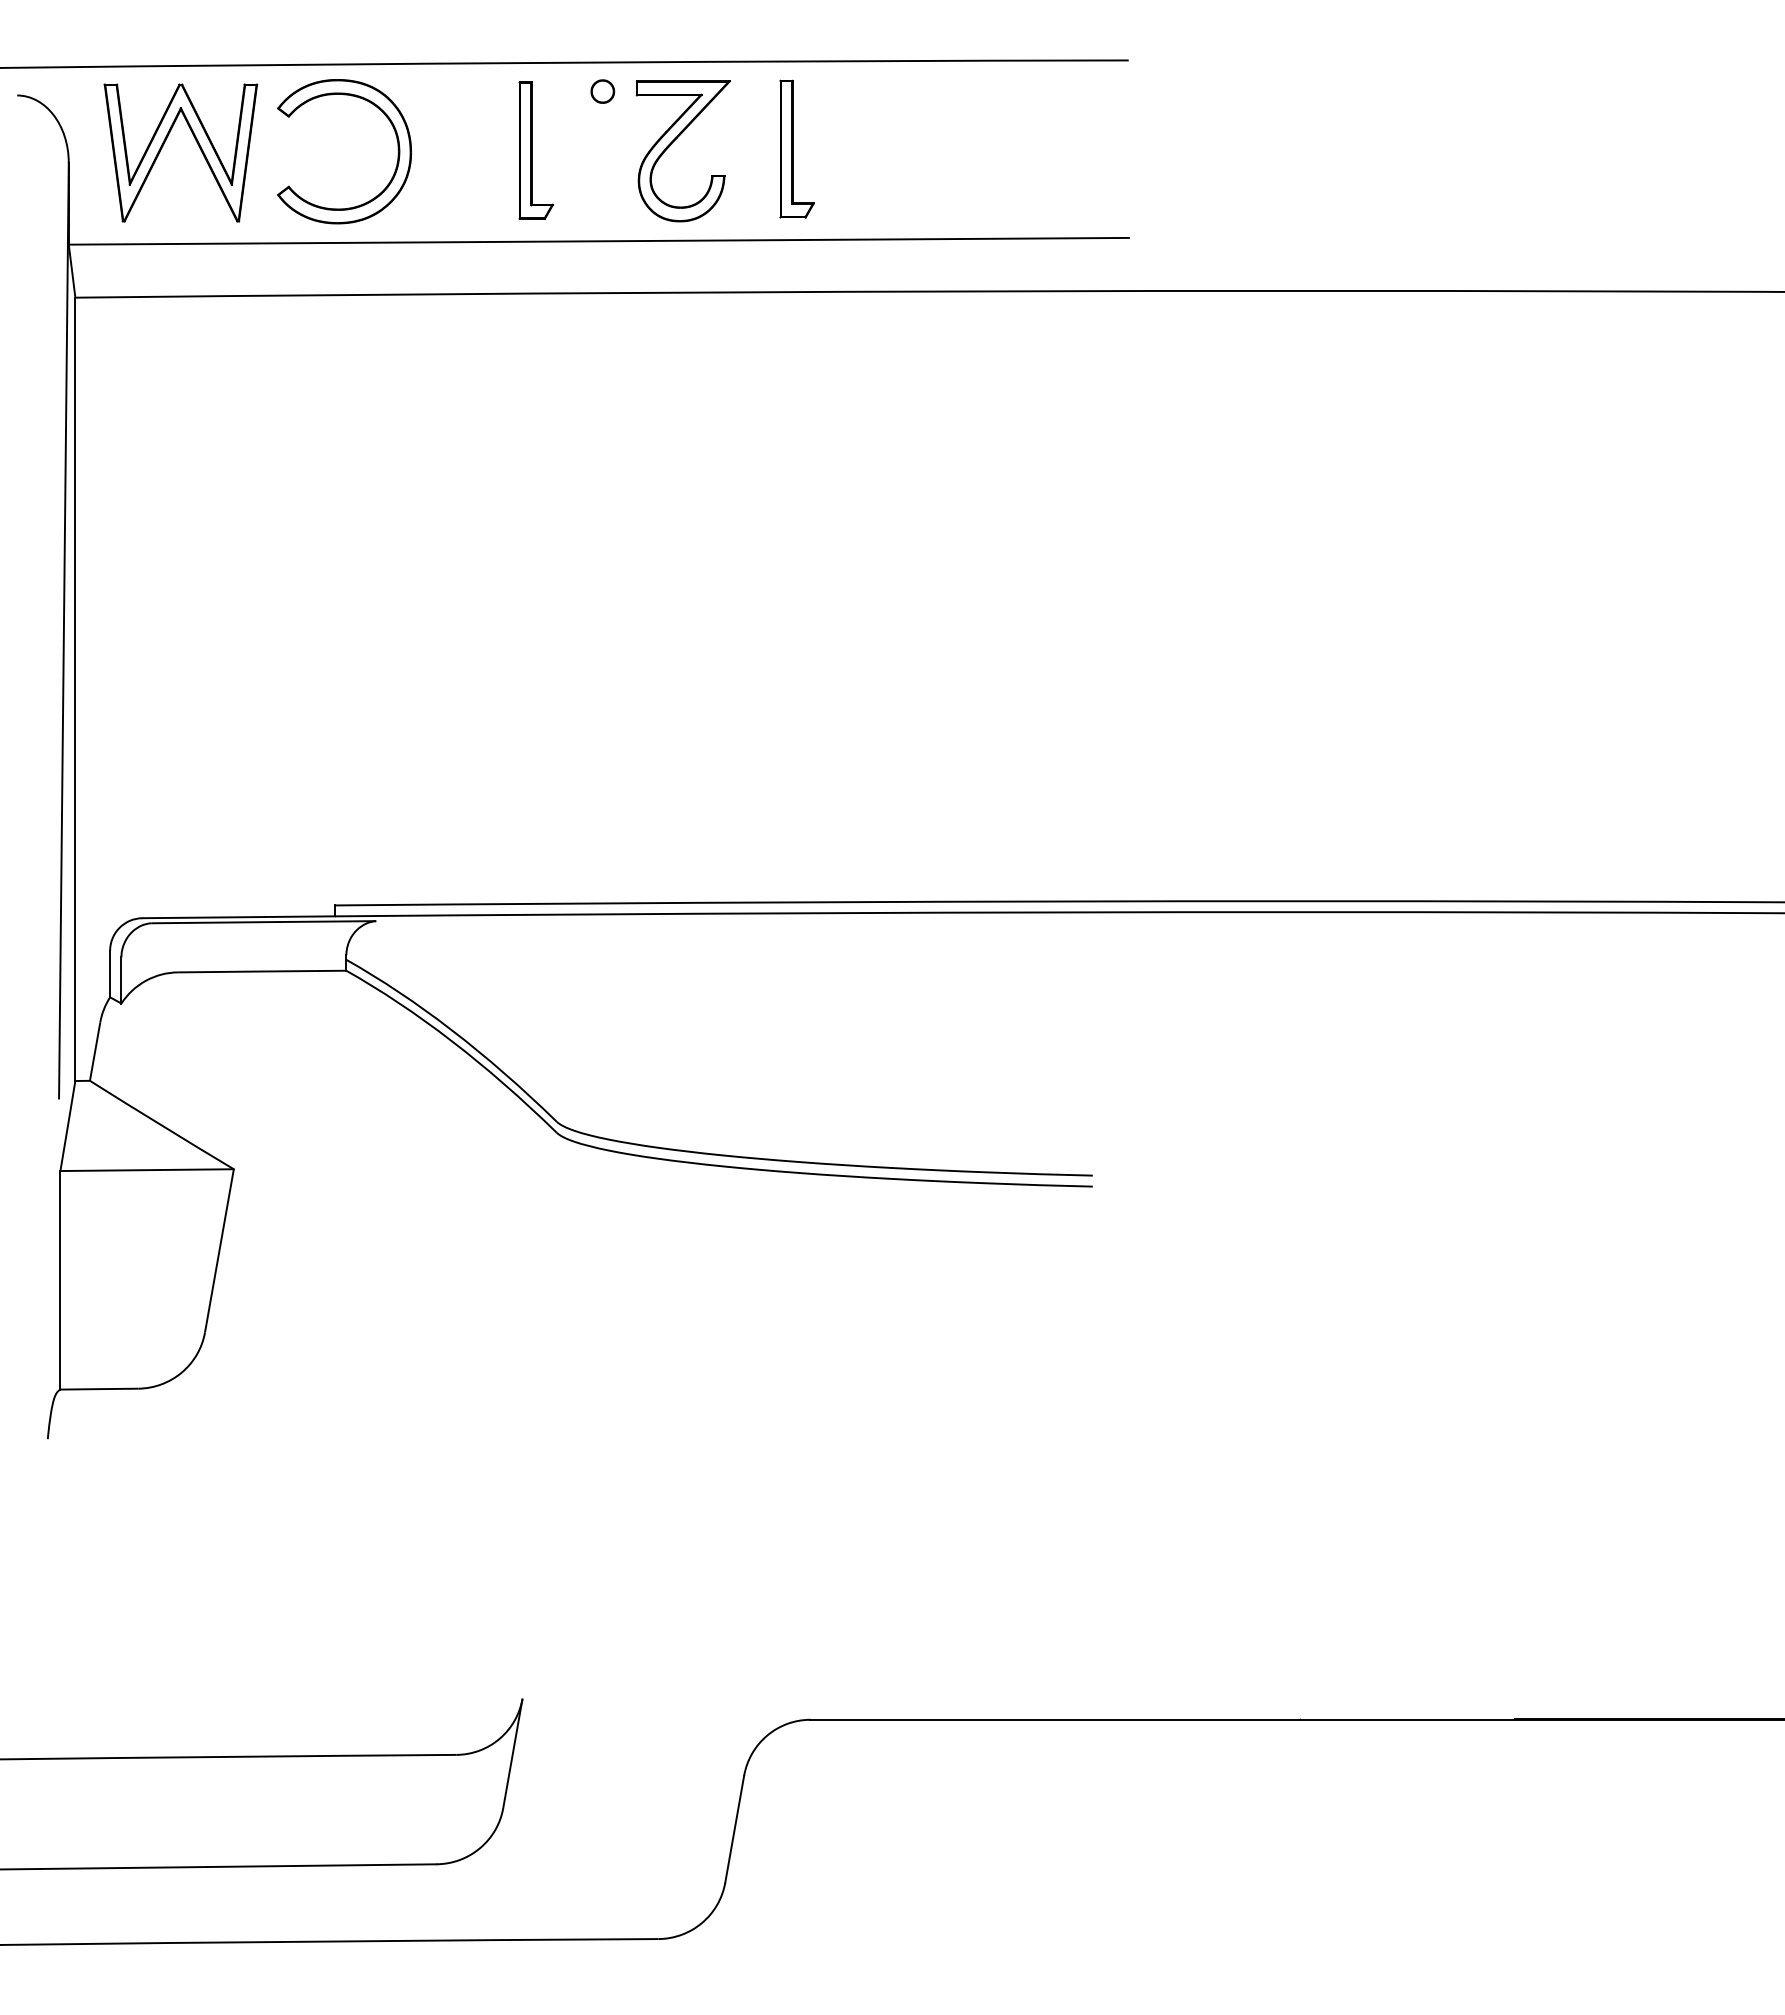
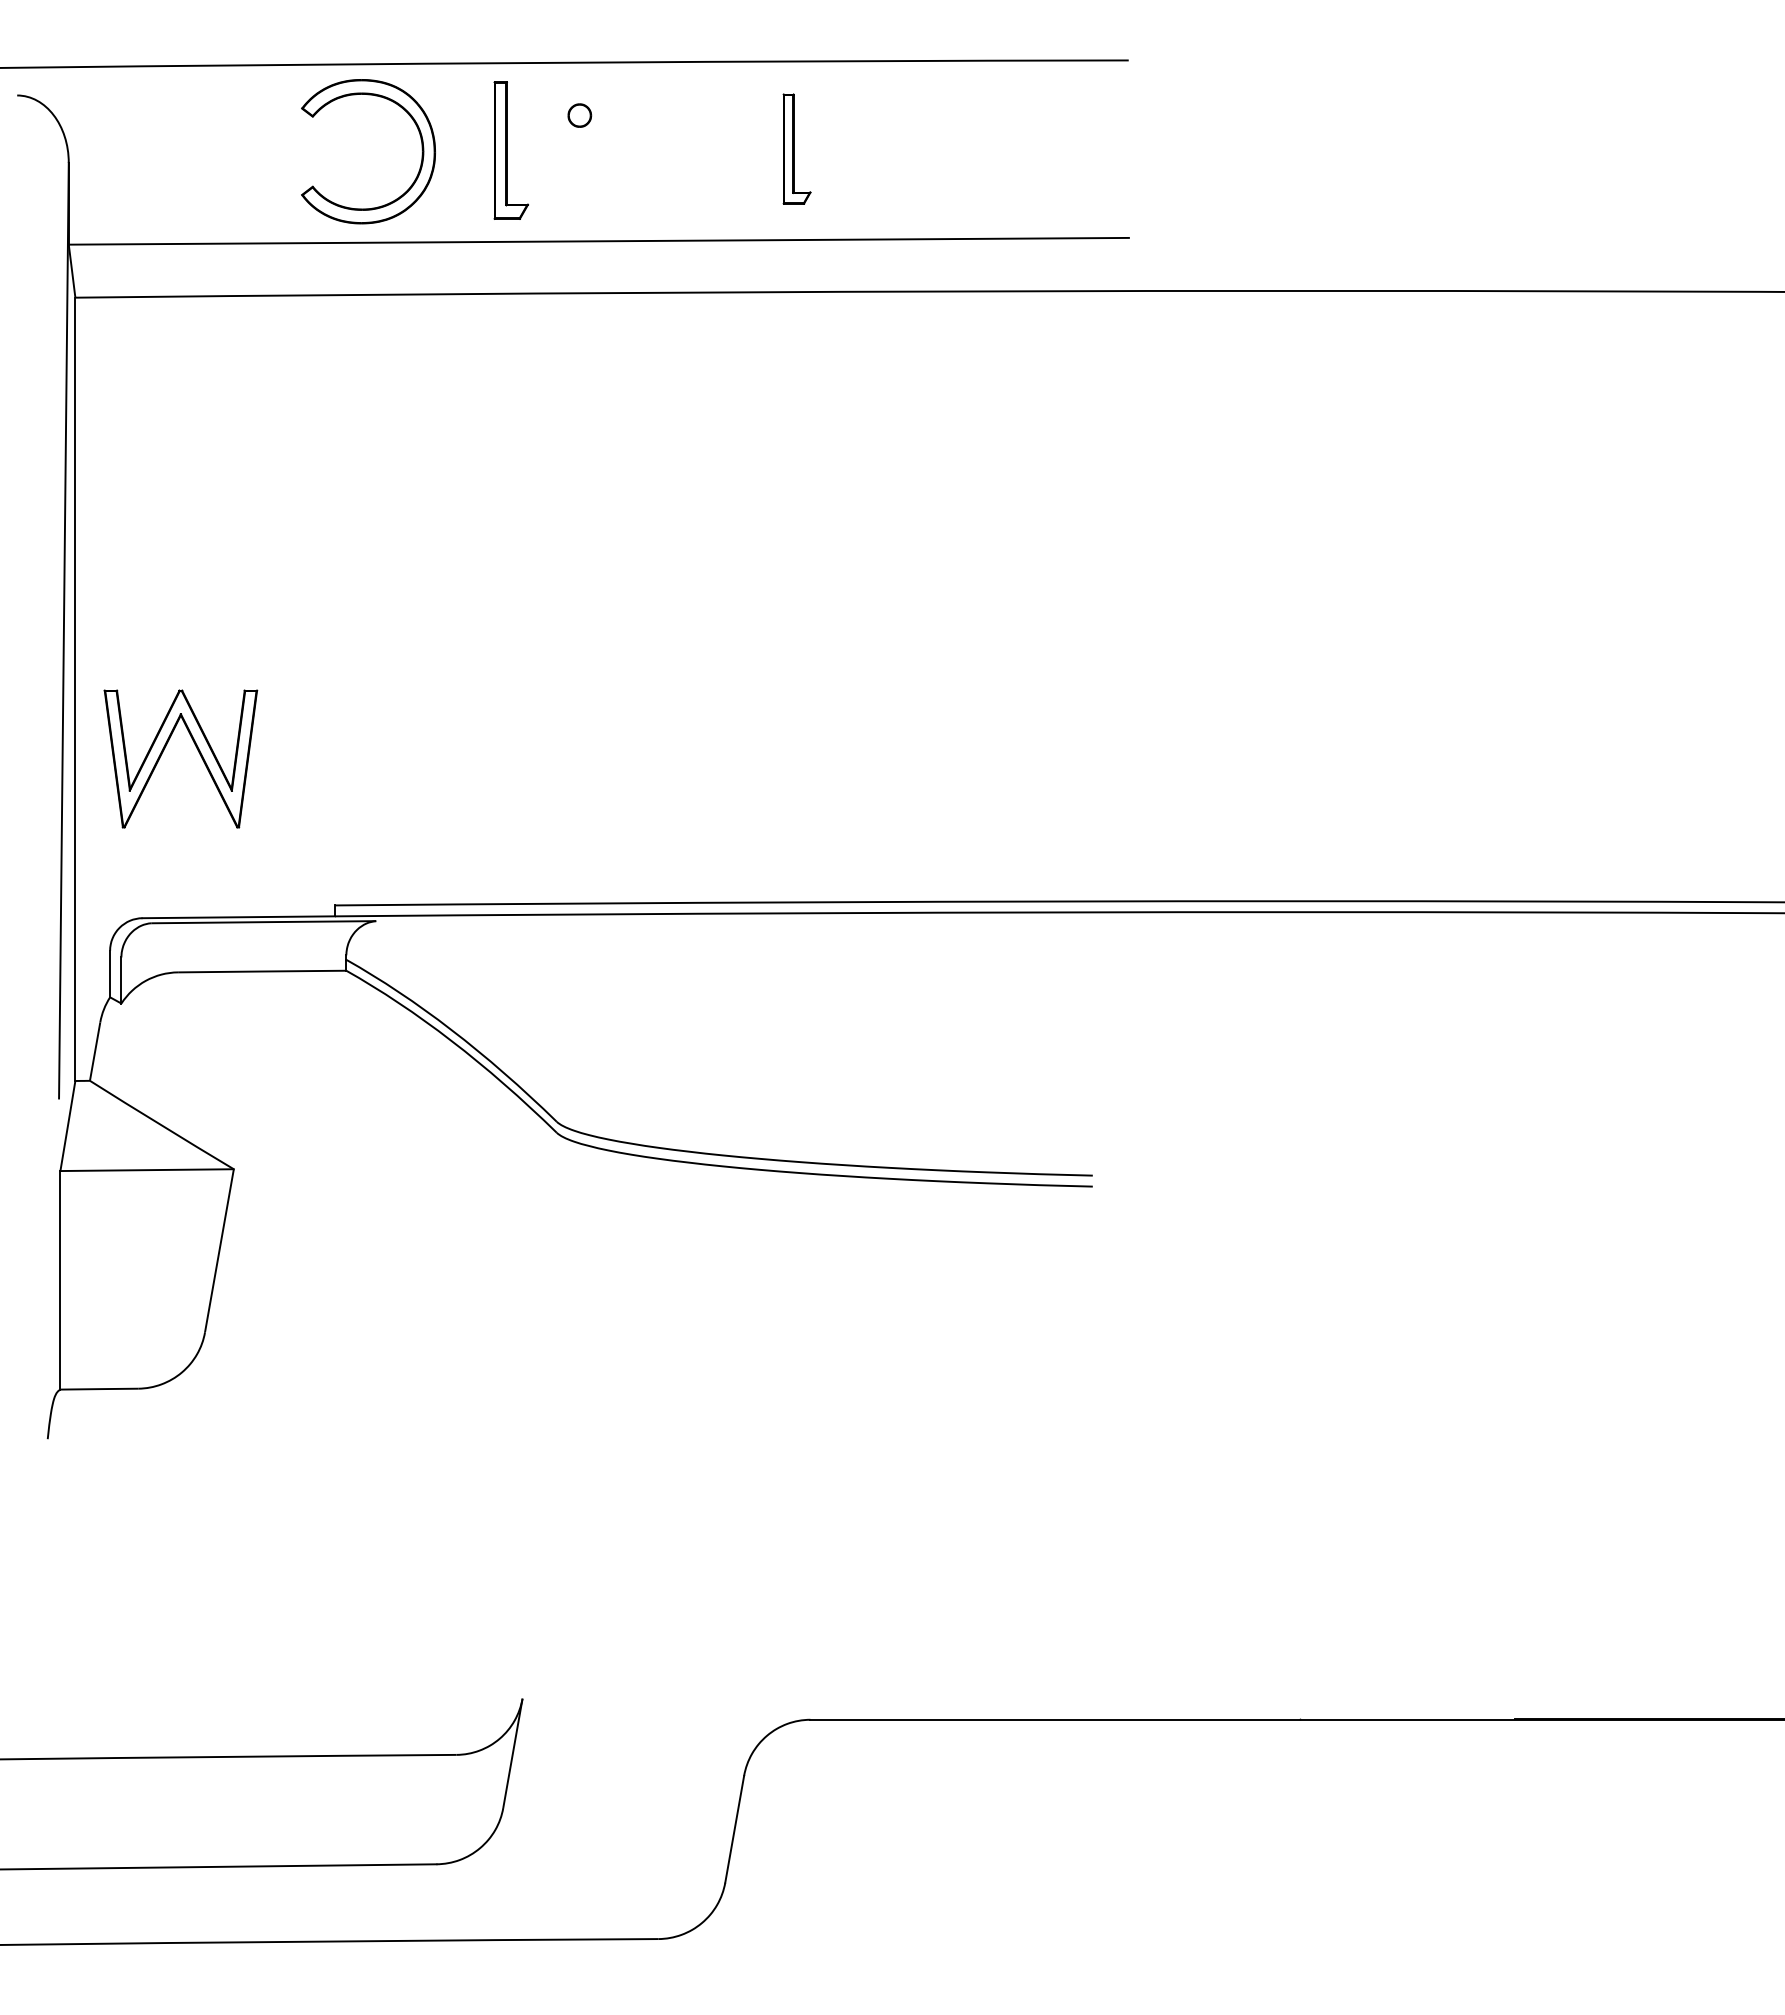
part at (602, 91) position: (602, 91) -> (579, 115)
part at (673, 142): present -> none
part at (164, 144) position: (164, 144) -> (164, 750)
part at (796, 148) size: 36x140 px -> 30x112 px
part at (397, 150) position: (397, 150) -> (421, 150)
part at (535, 150) position: (535, 150) -> (510, 150)
